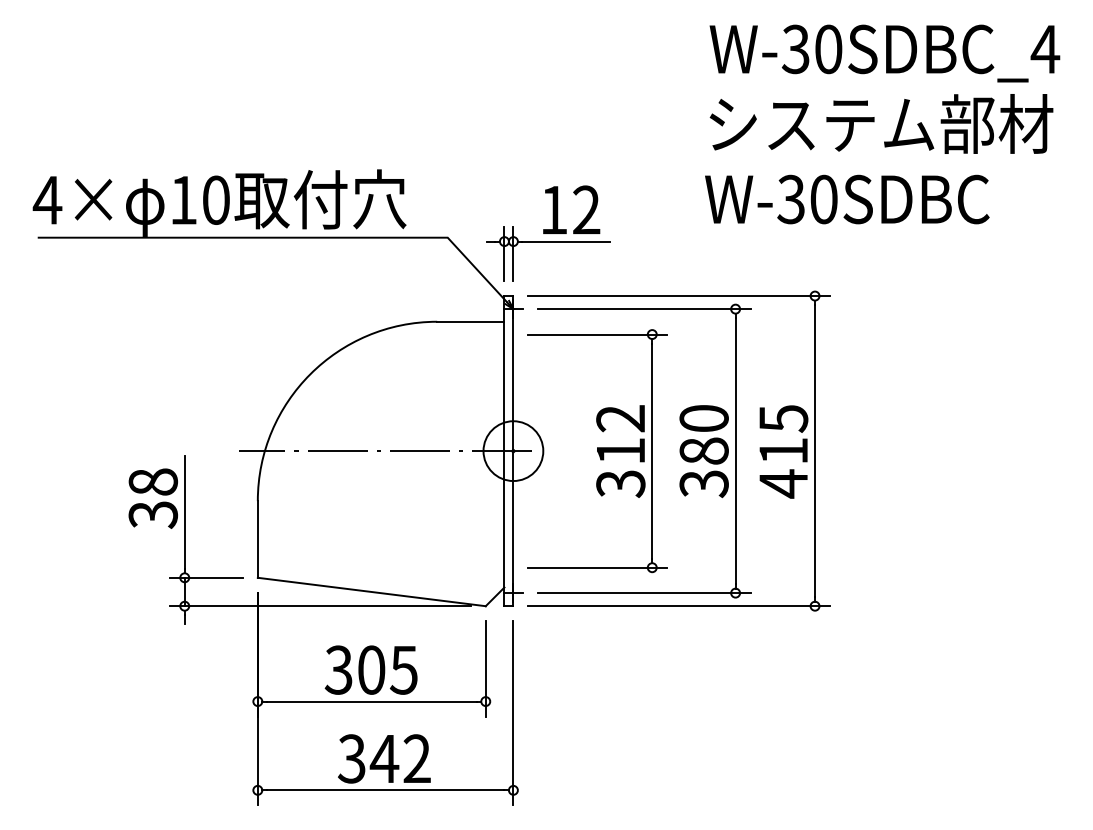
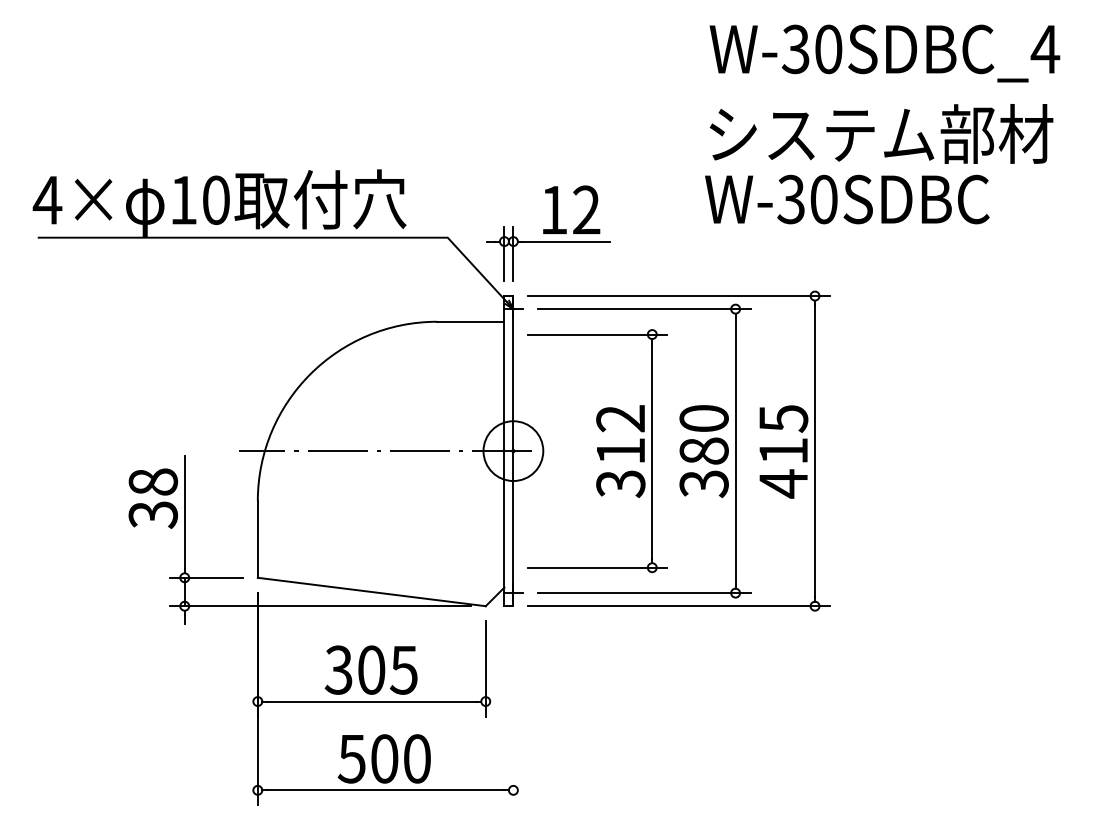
text at (881, 123) position: (881, 123) -> (881, 133)
line at (513, 713): present -> none
text at (383, 758): 342 -> 500
